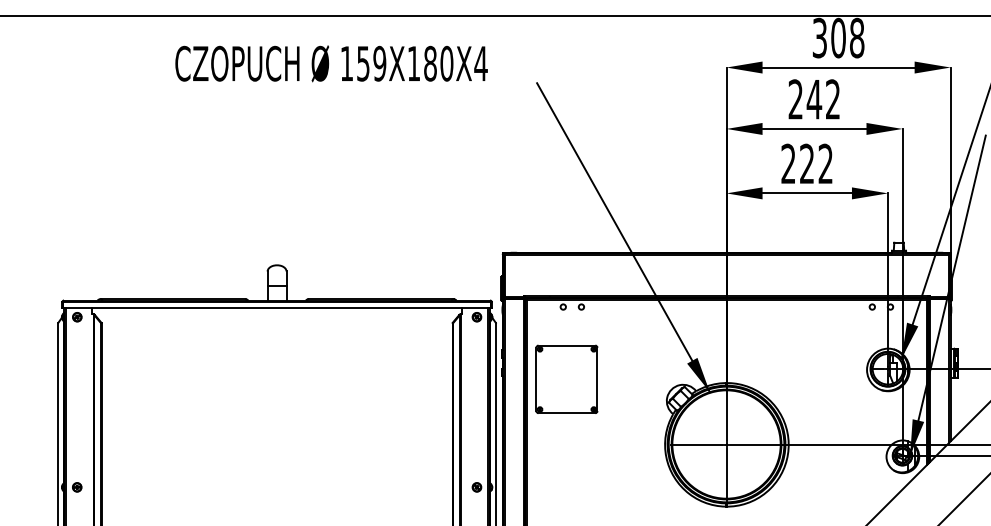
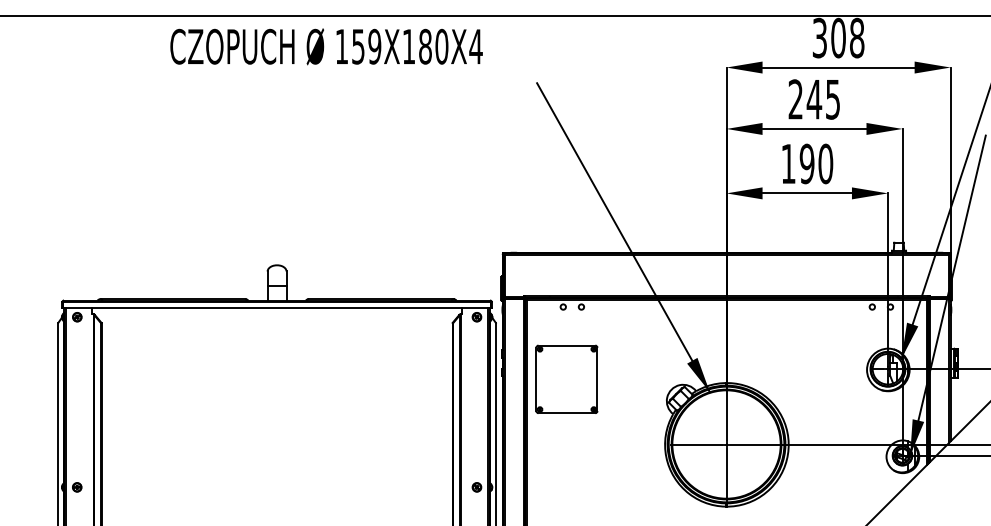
text at (331, 63) position: (331, 63) -> (326, 46)
text at (832, 99): 242 -> 245
text at (807, 163): 222 -> 190
line at (964, 499): present -> none
